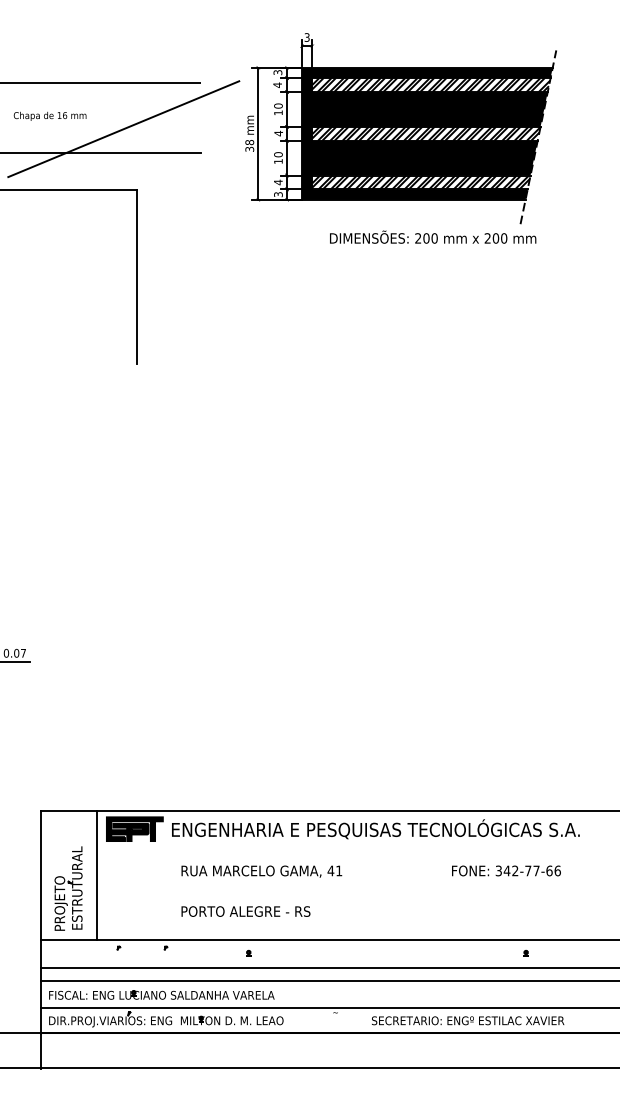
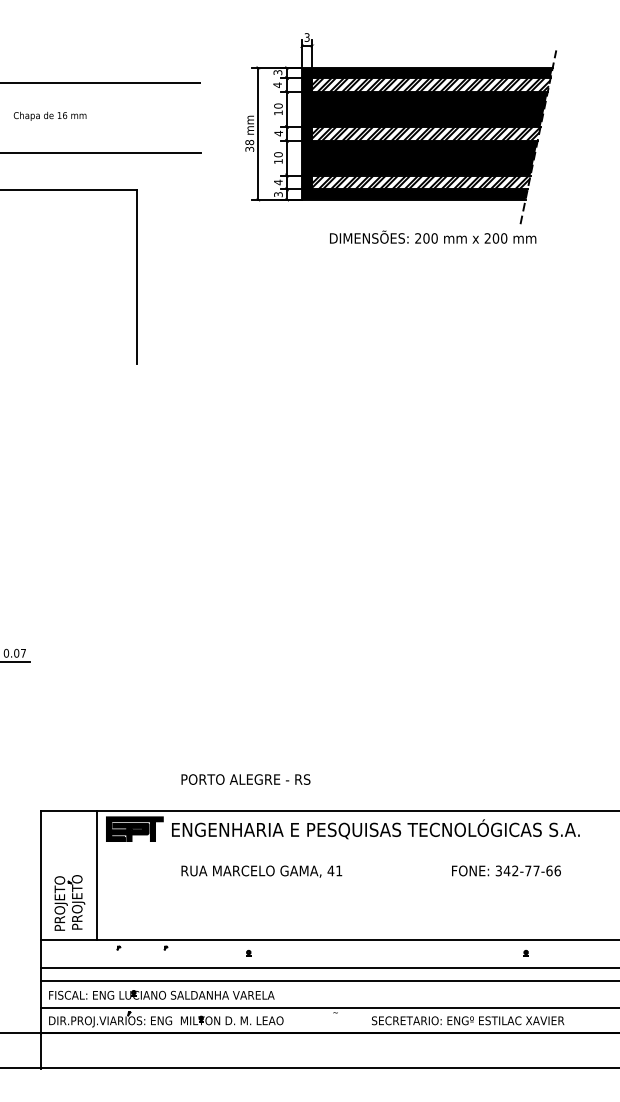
line at (123, 129): present -> none
text at (78, 887): ESTRUTURAL -> PROJETO
text at (245, 911) position: (245, 911) -> (245, 779)
